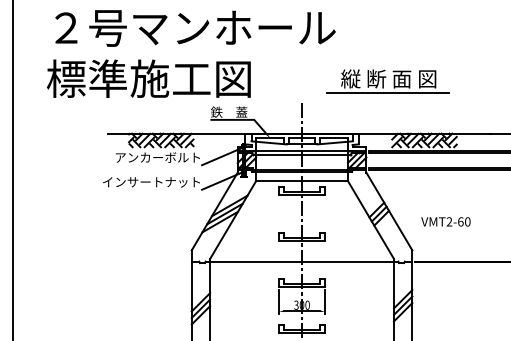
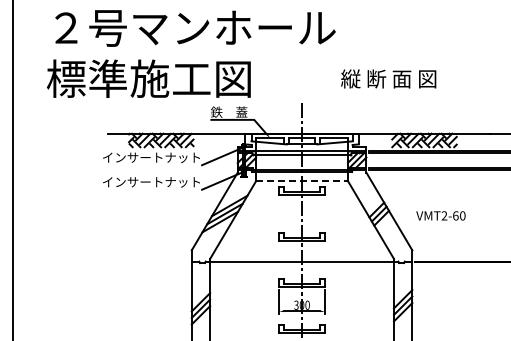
line at (387, 92): present -> none
text at (145, 157): アンカーボルト -> インサートナット
line at (302, 181): solid -> dashed
text at (445, 221) position: (445, 221) -> (440, 215)
